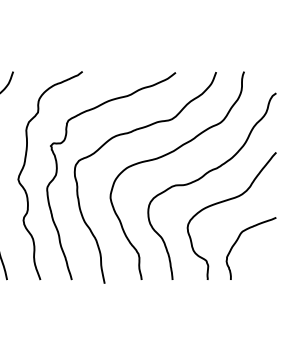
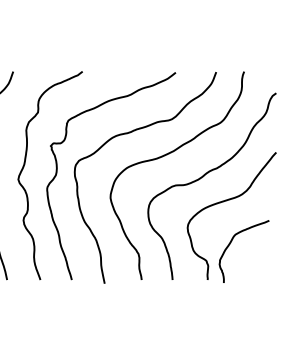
curve at (237, 241) position: (237, 241) -> (230, 244)
